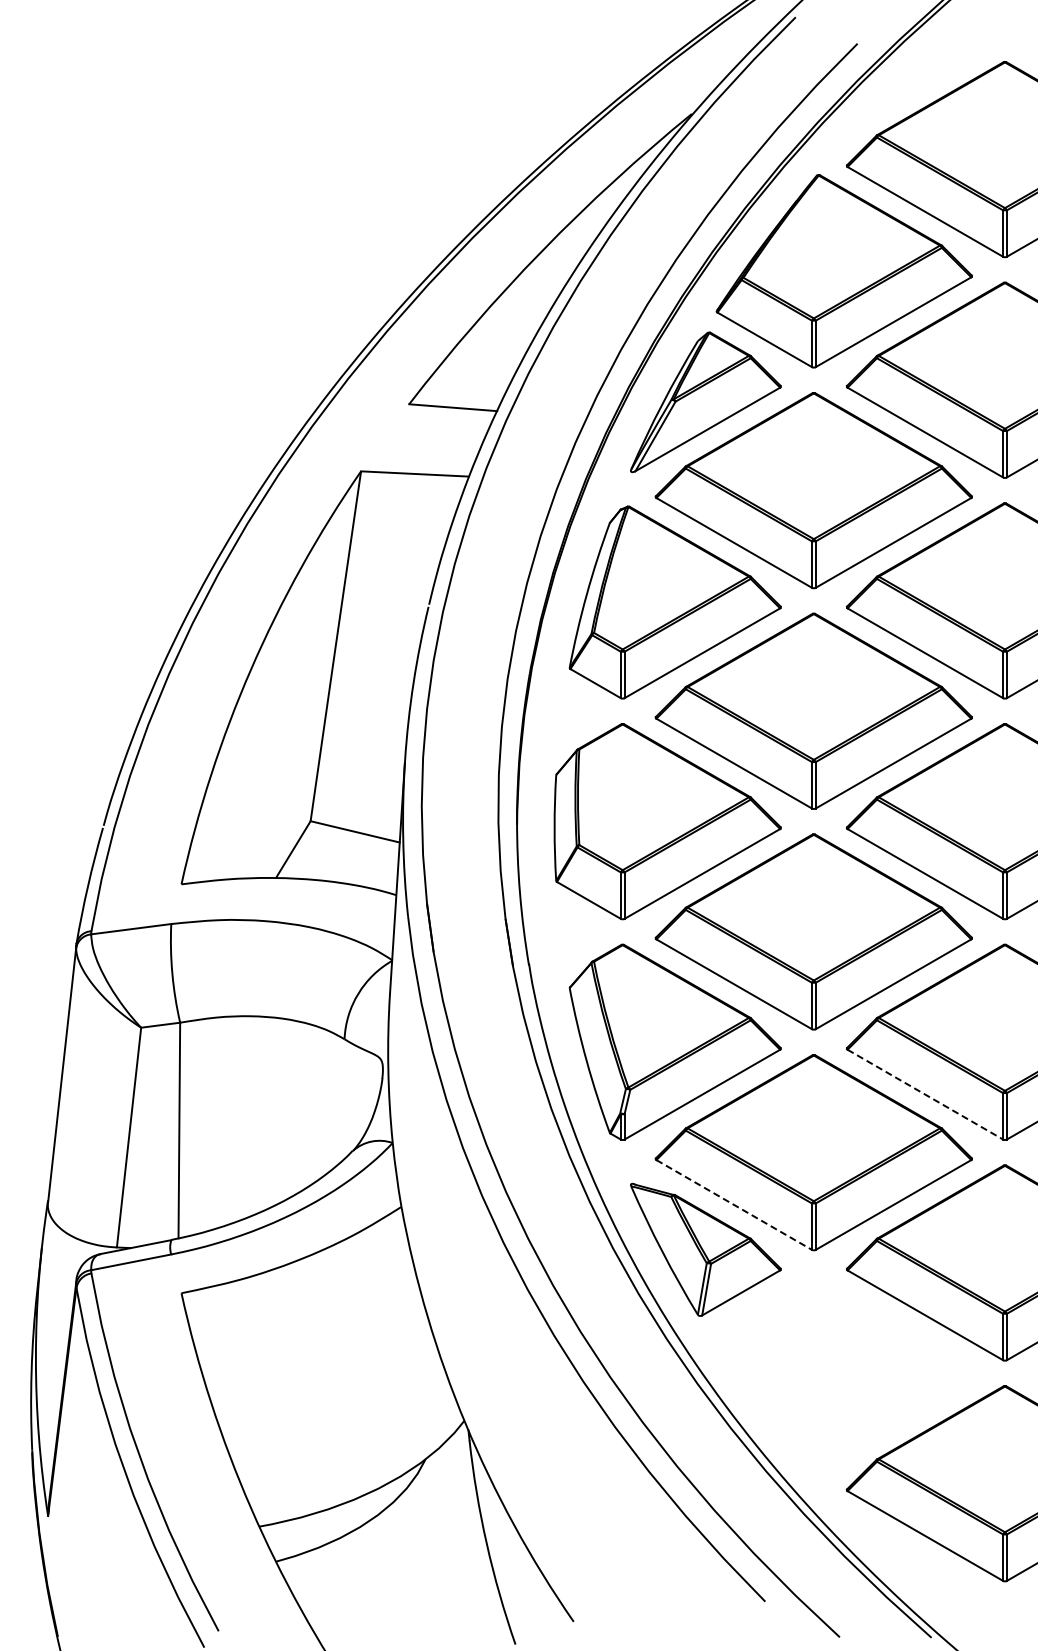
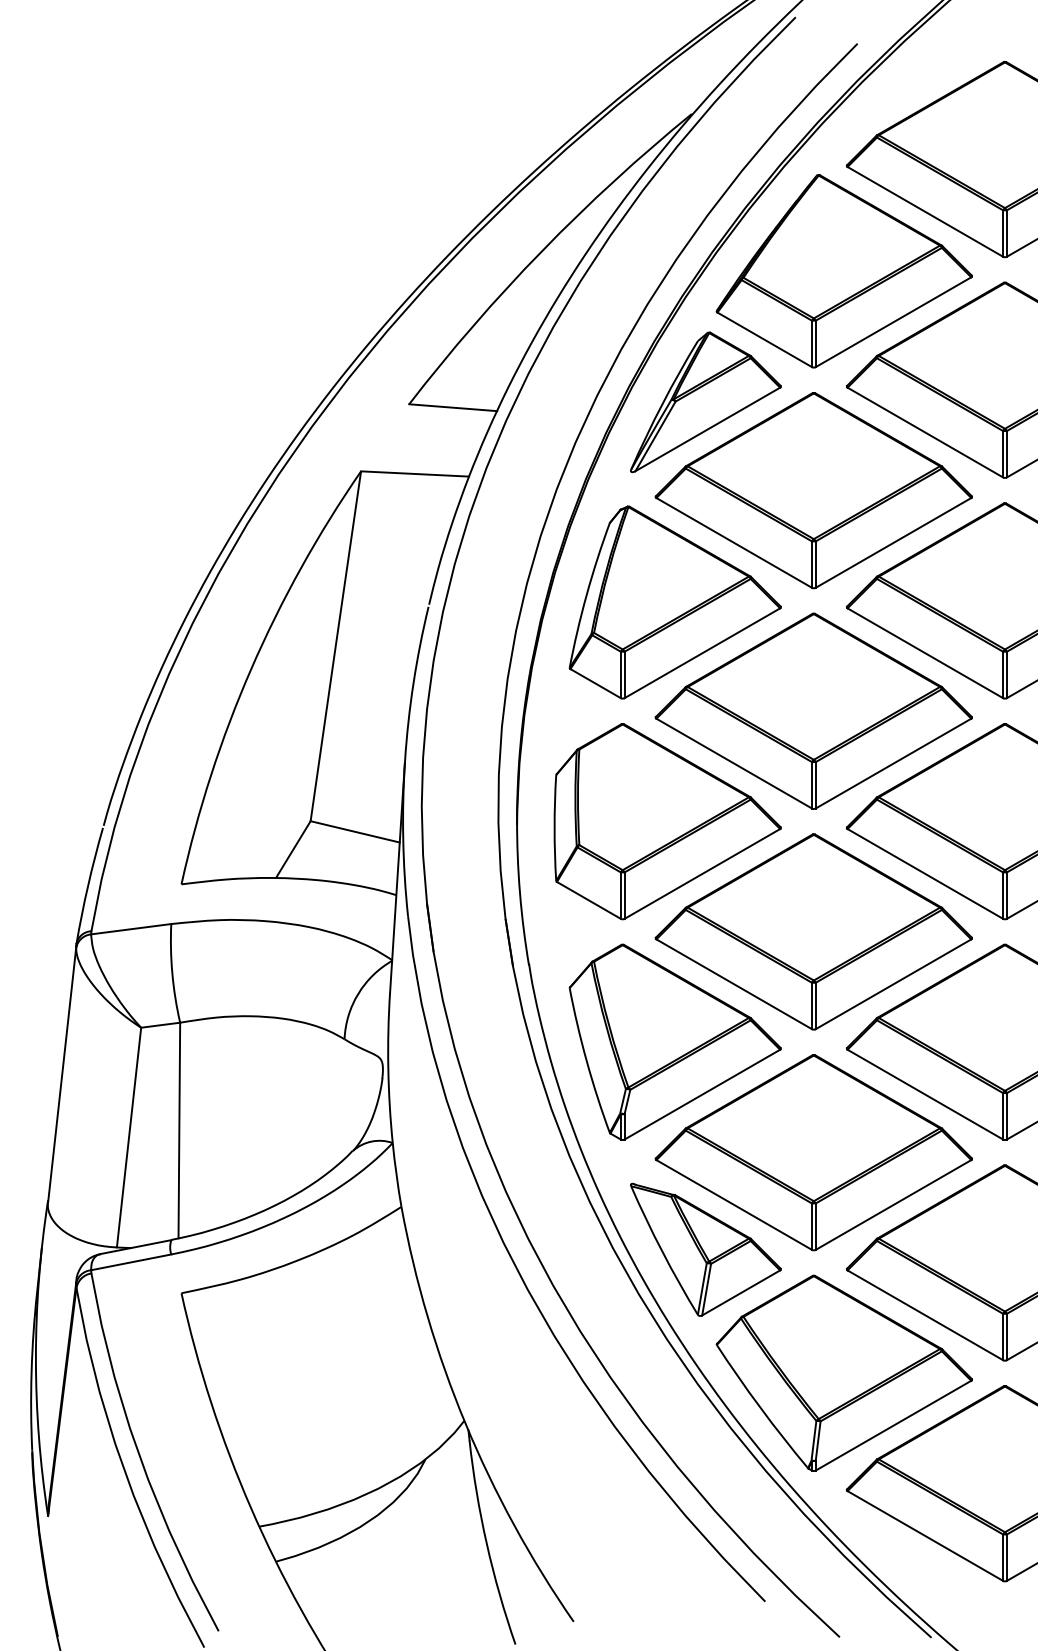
line at (925, 1094): dashed -> solid
line at (734, 1205): dashed -> solid
part at (843, 1372): none -> present
